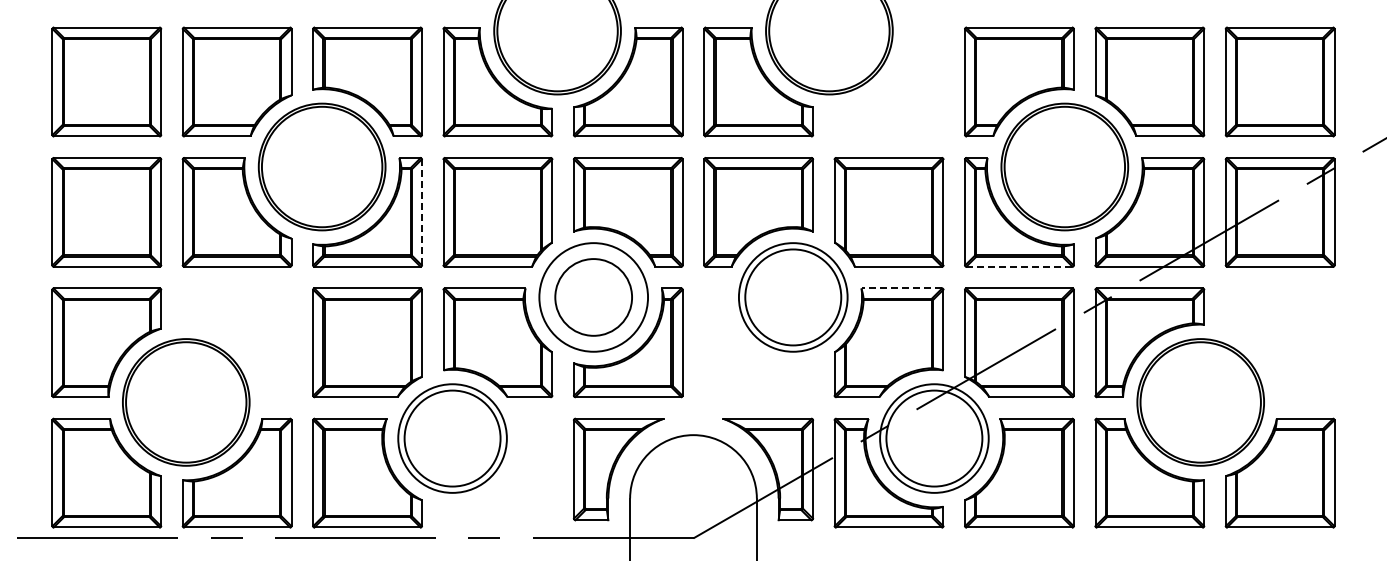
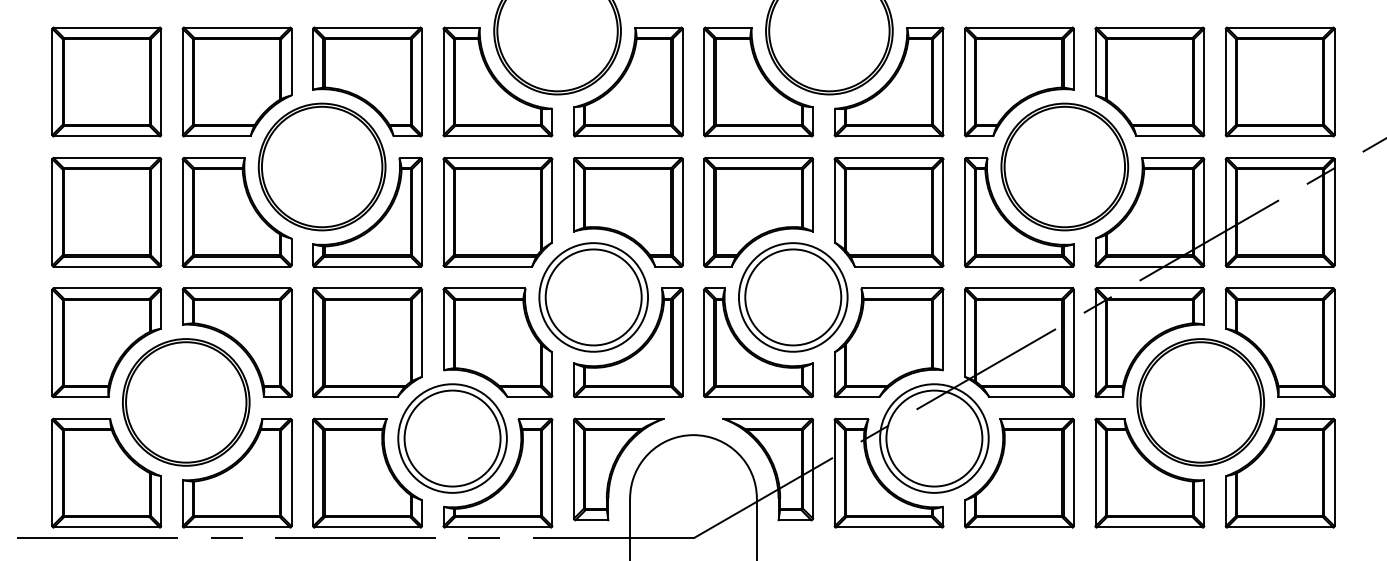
part at (888, 81): none -> present
line at (421, 211): dashed -> solid
line at (1019, 266): dashed -> solid
line at (901, 288): dashed -> solid
circle at (593, 297) diameter: 77 px -> 96 px
part at (236, 342): none -> present
part at (1279, 342): none -> present
part at (751, 350): none -> present
part at (505, 480): none -> present
